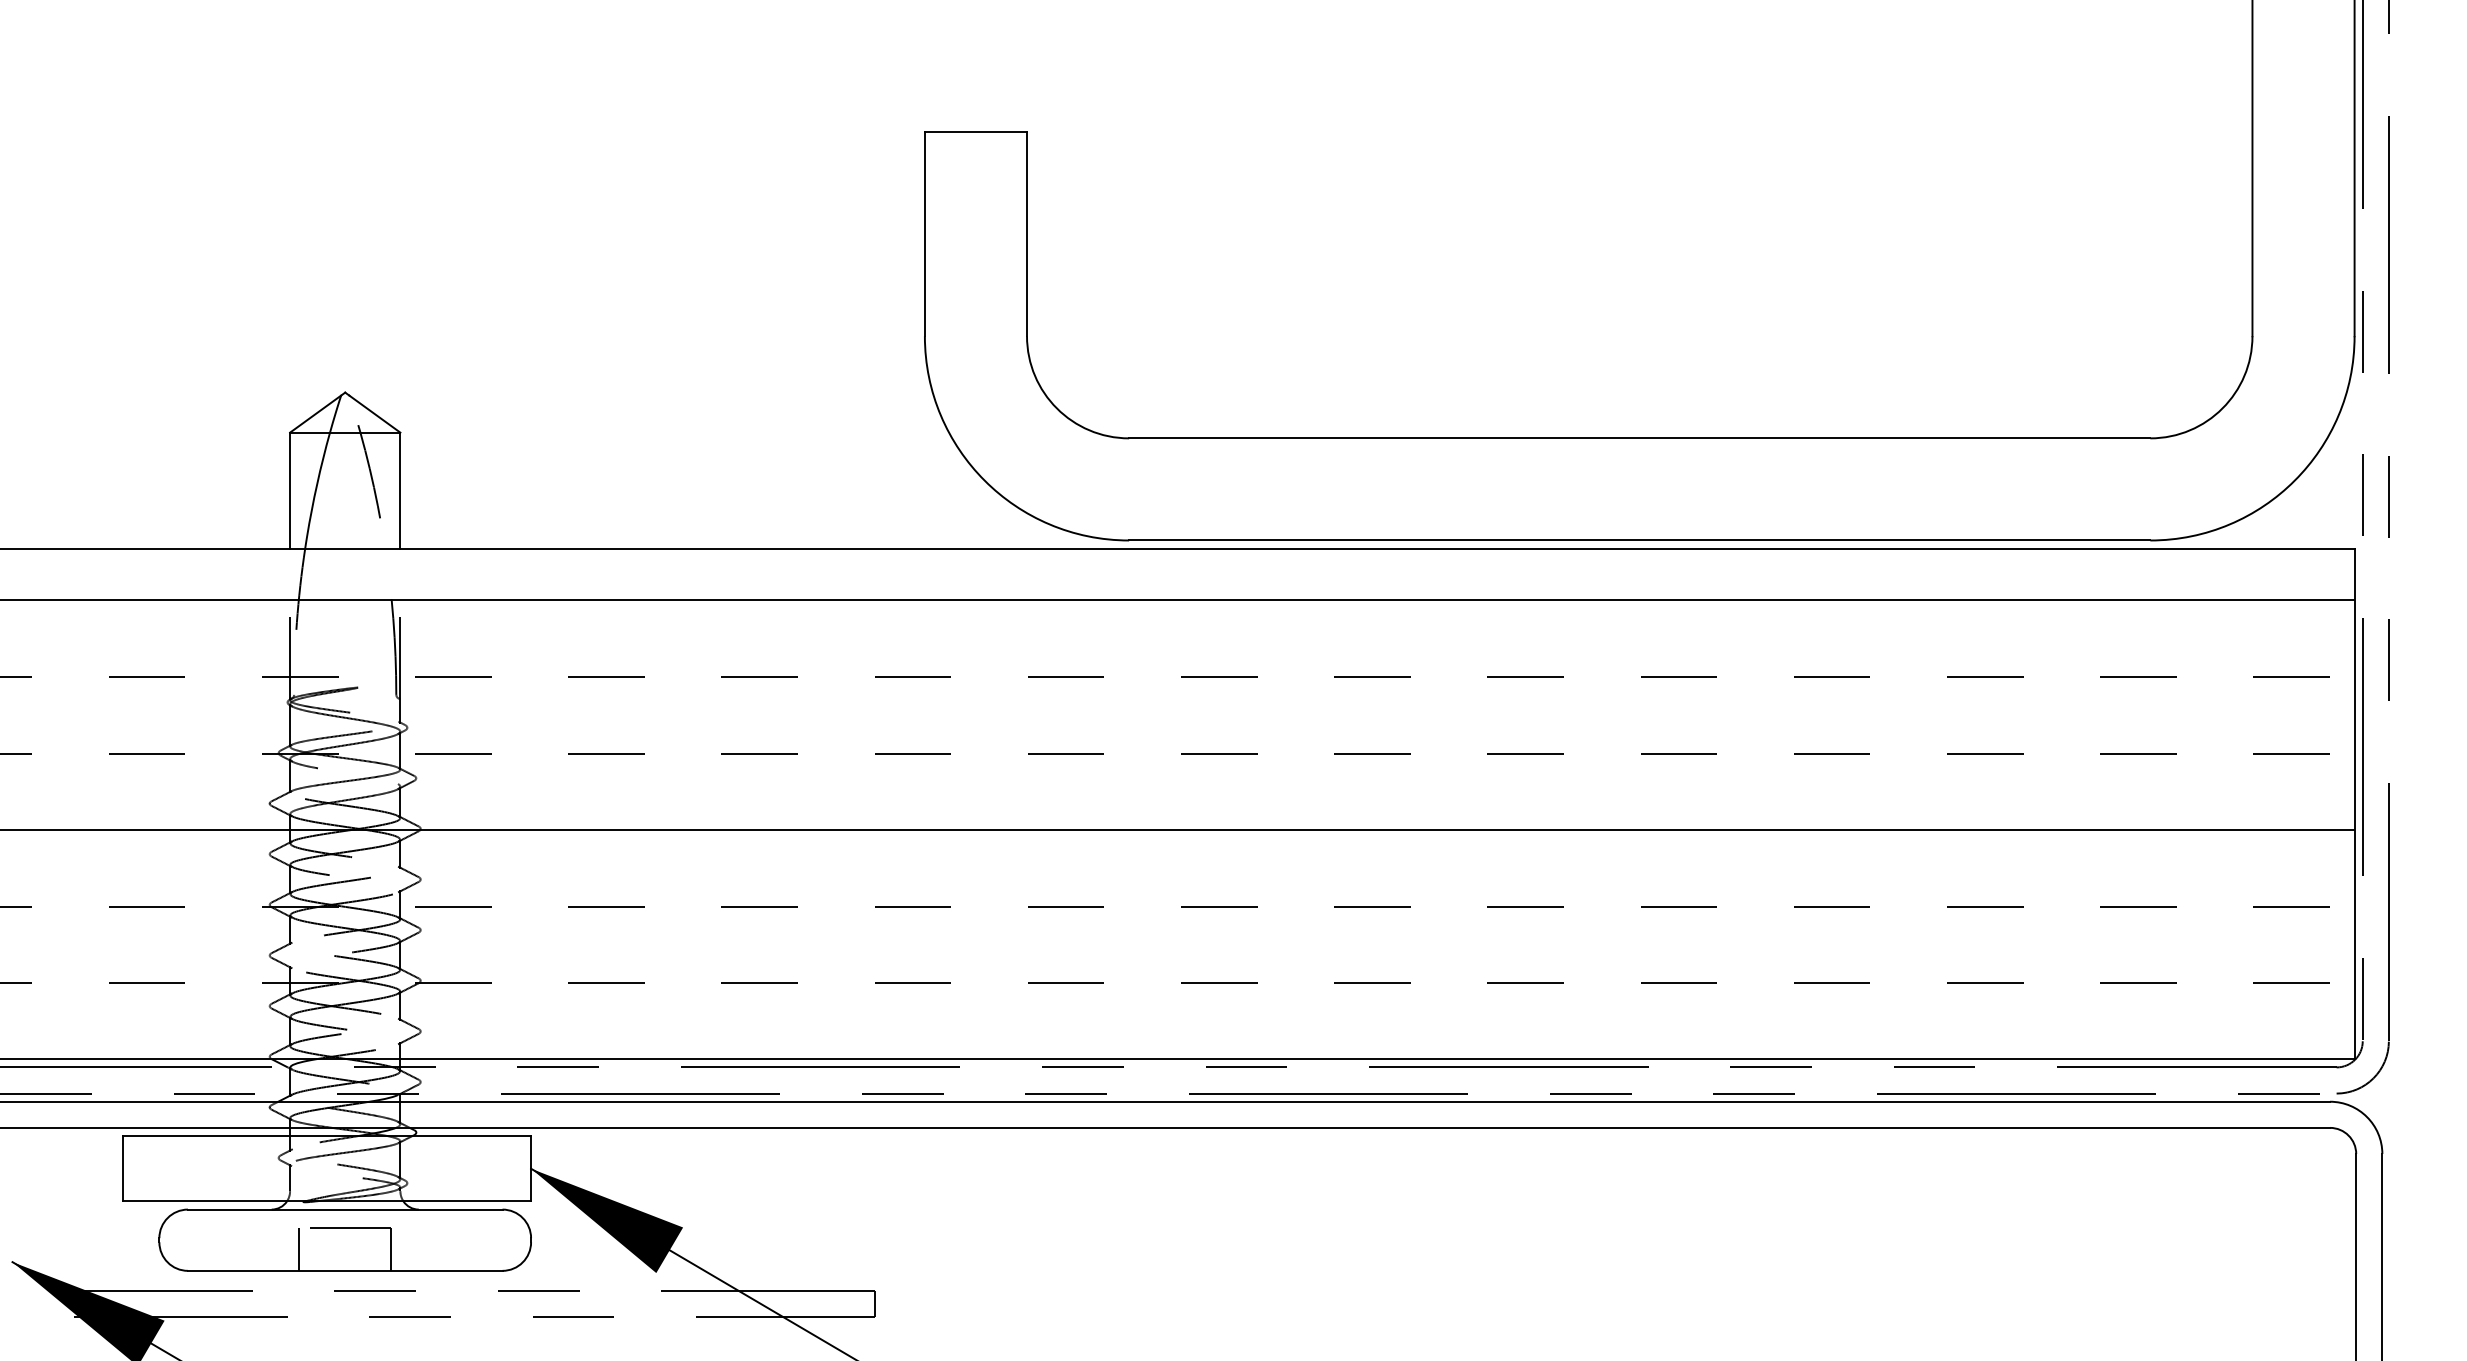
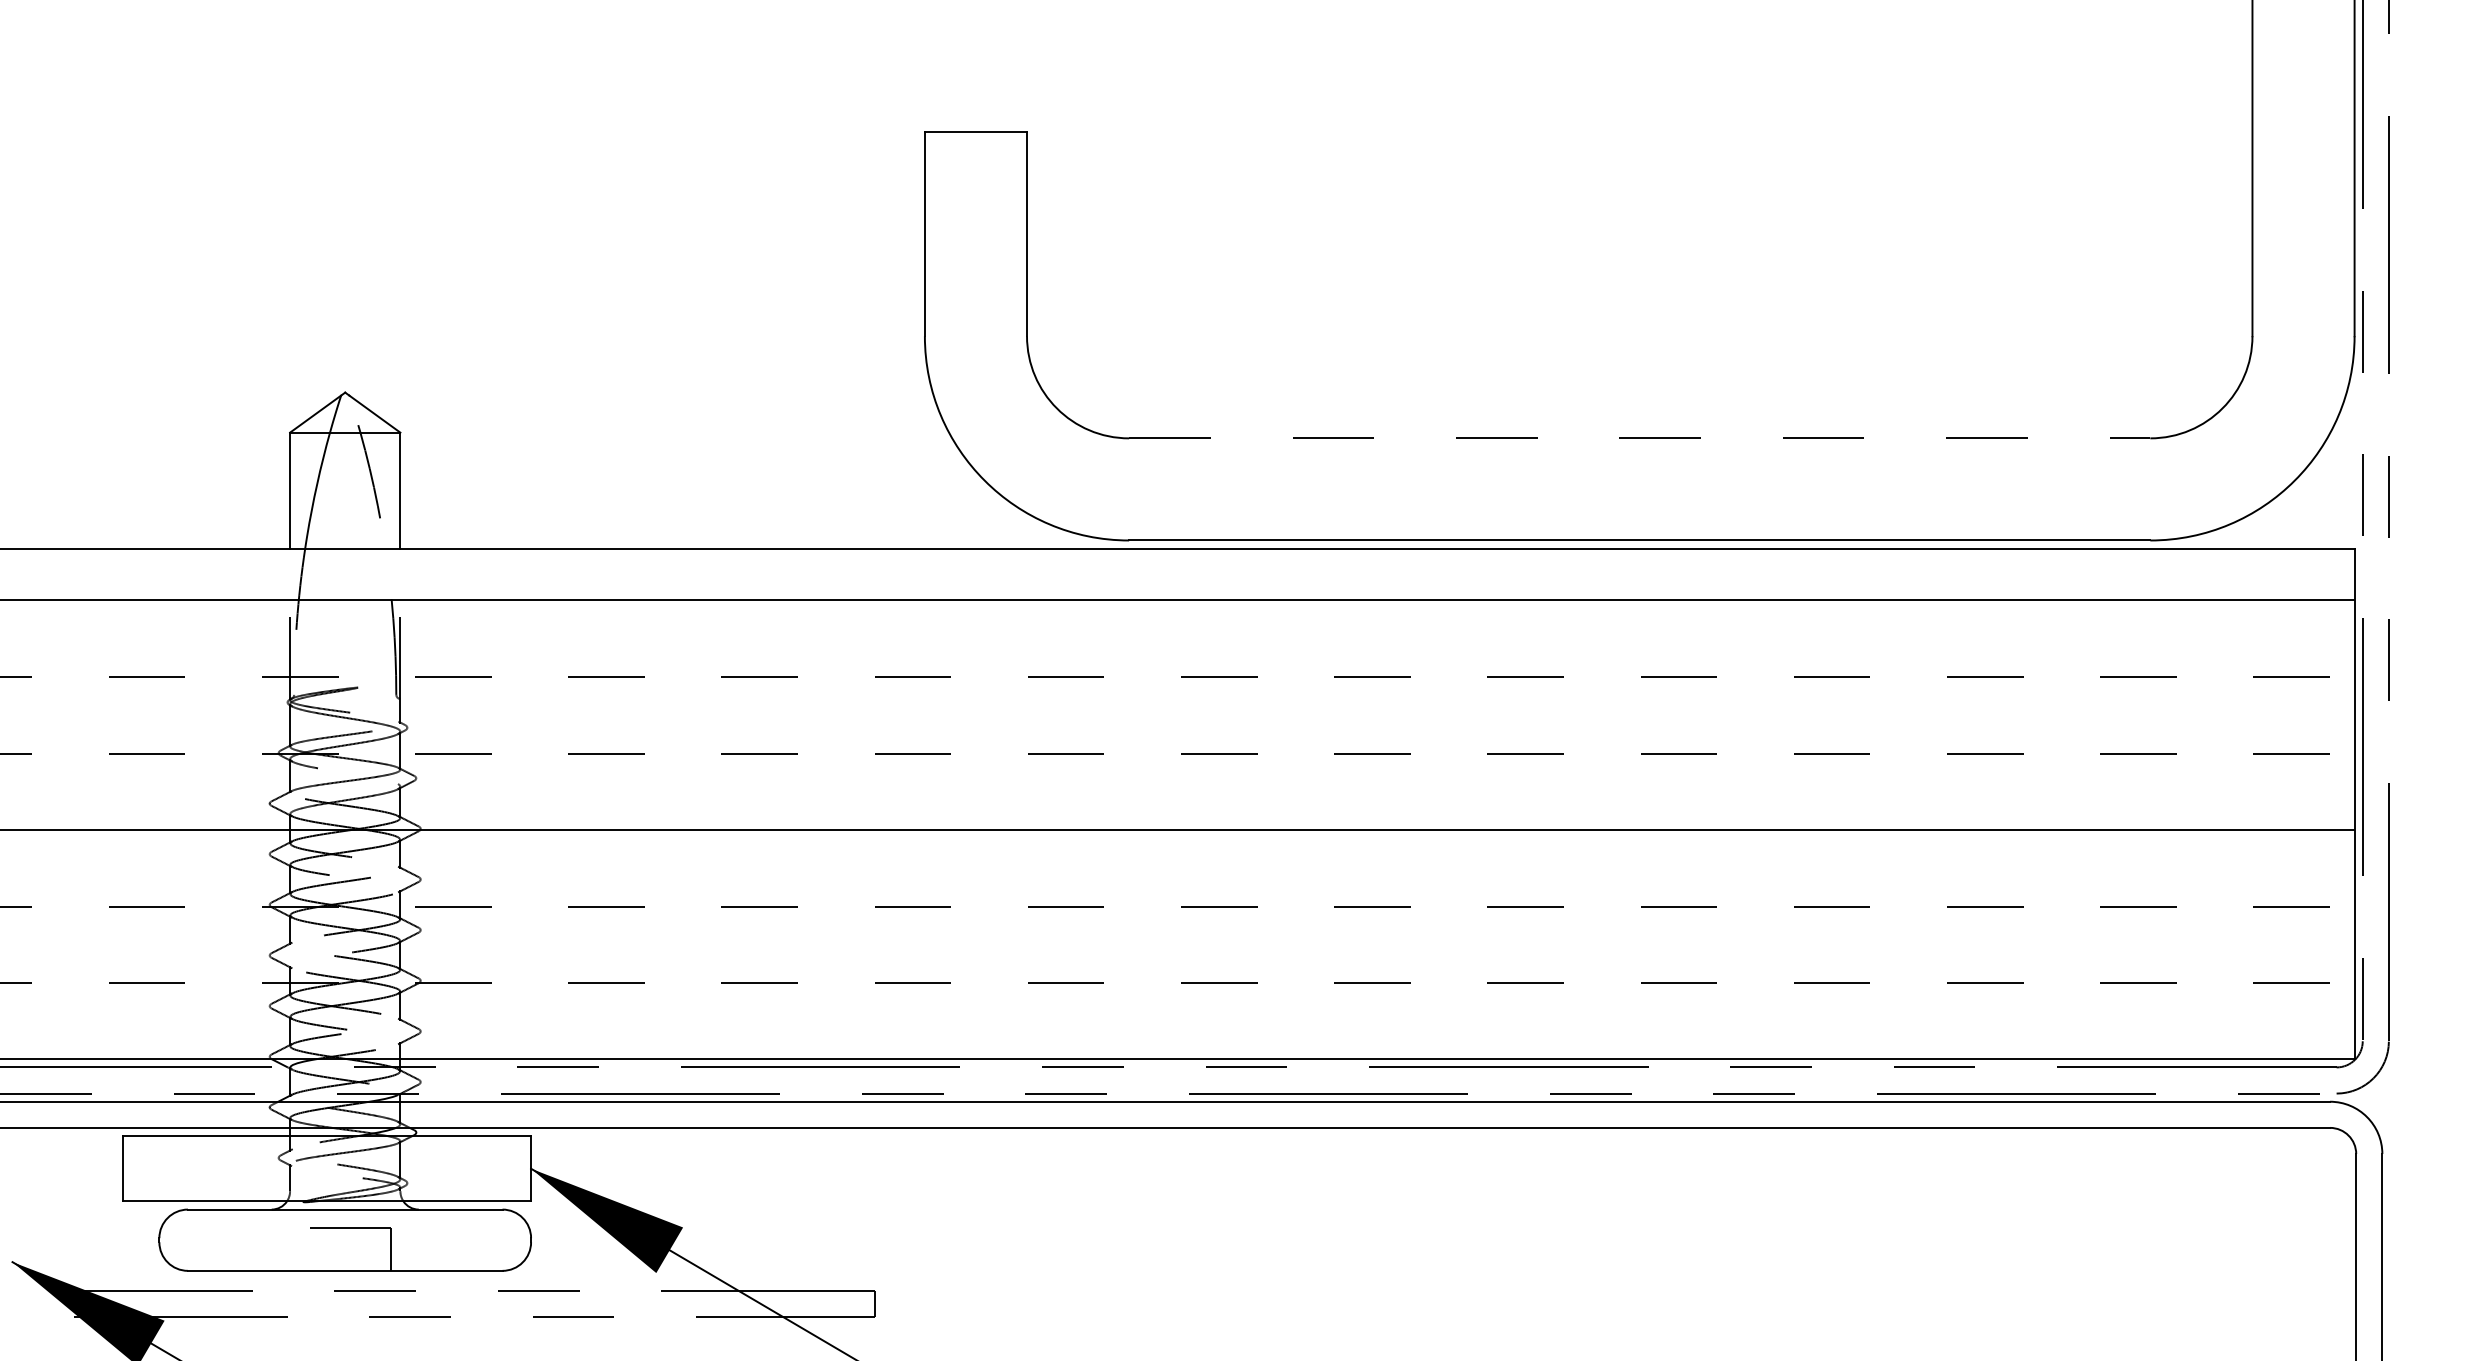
line at (1639, 438): solid -> dashed
line at (299, 1249): present -> none
